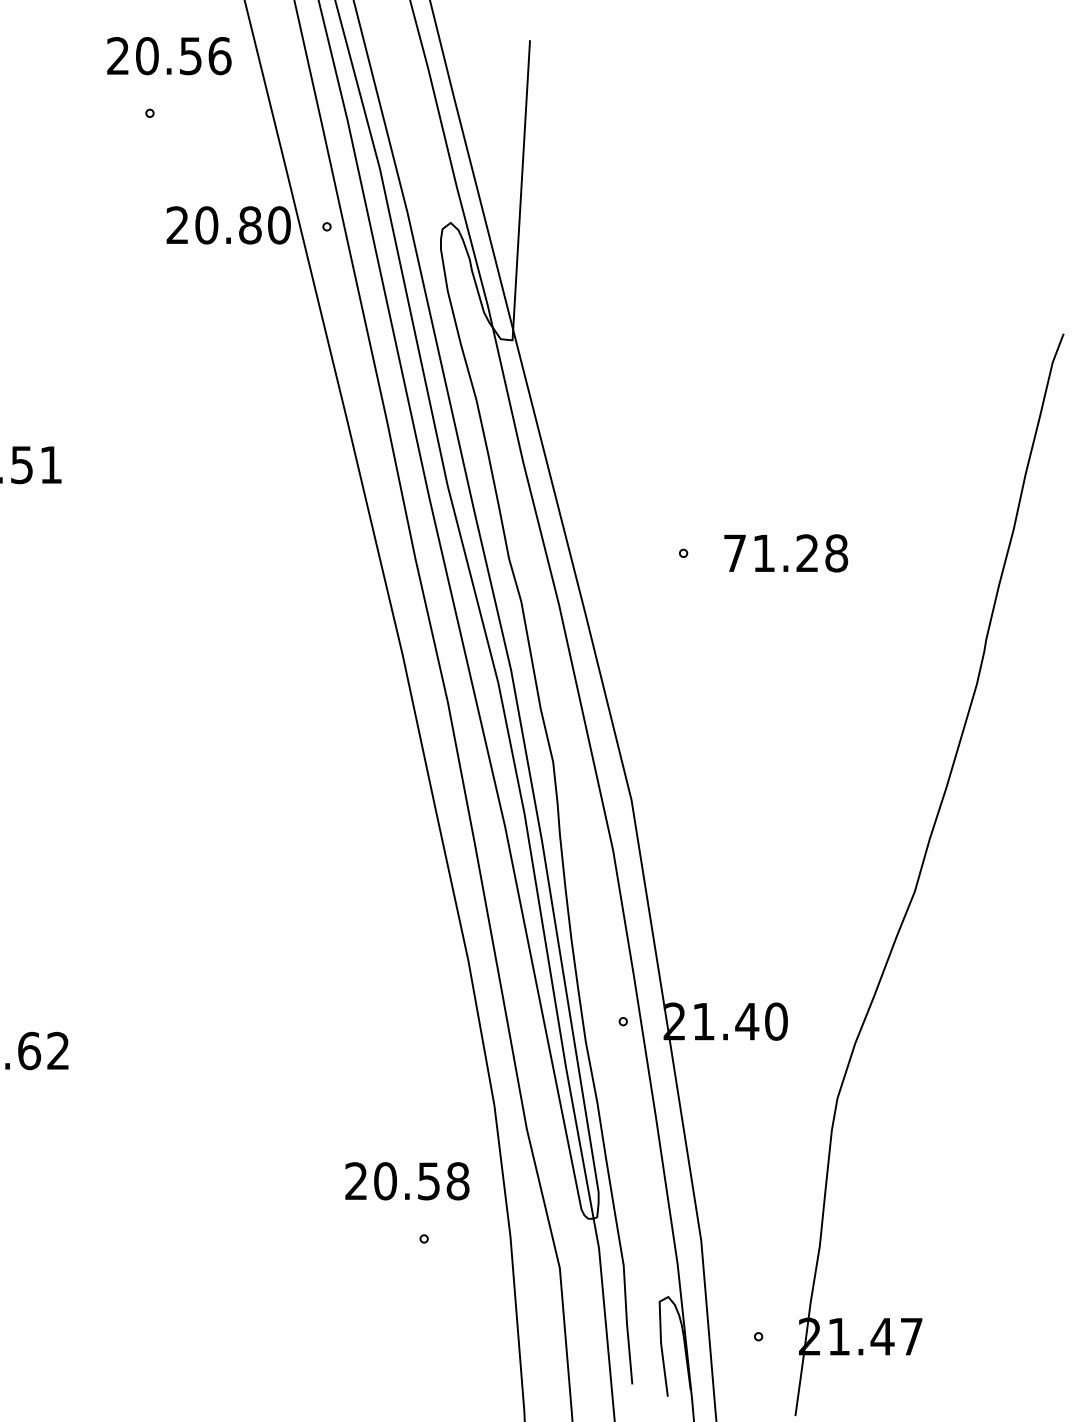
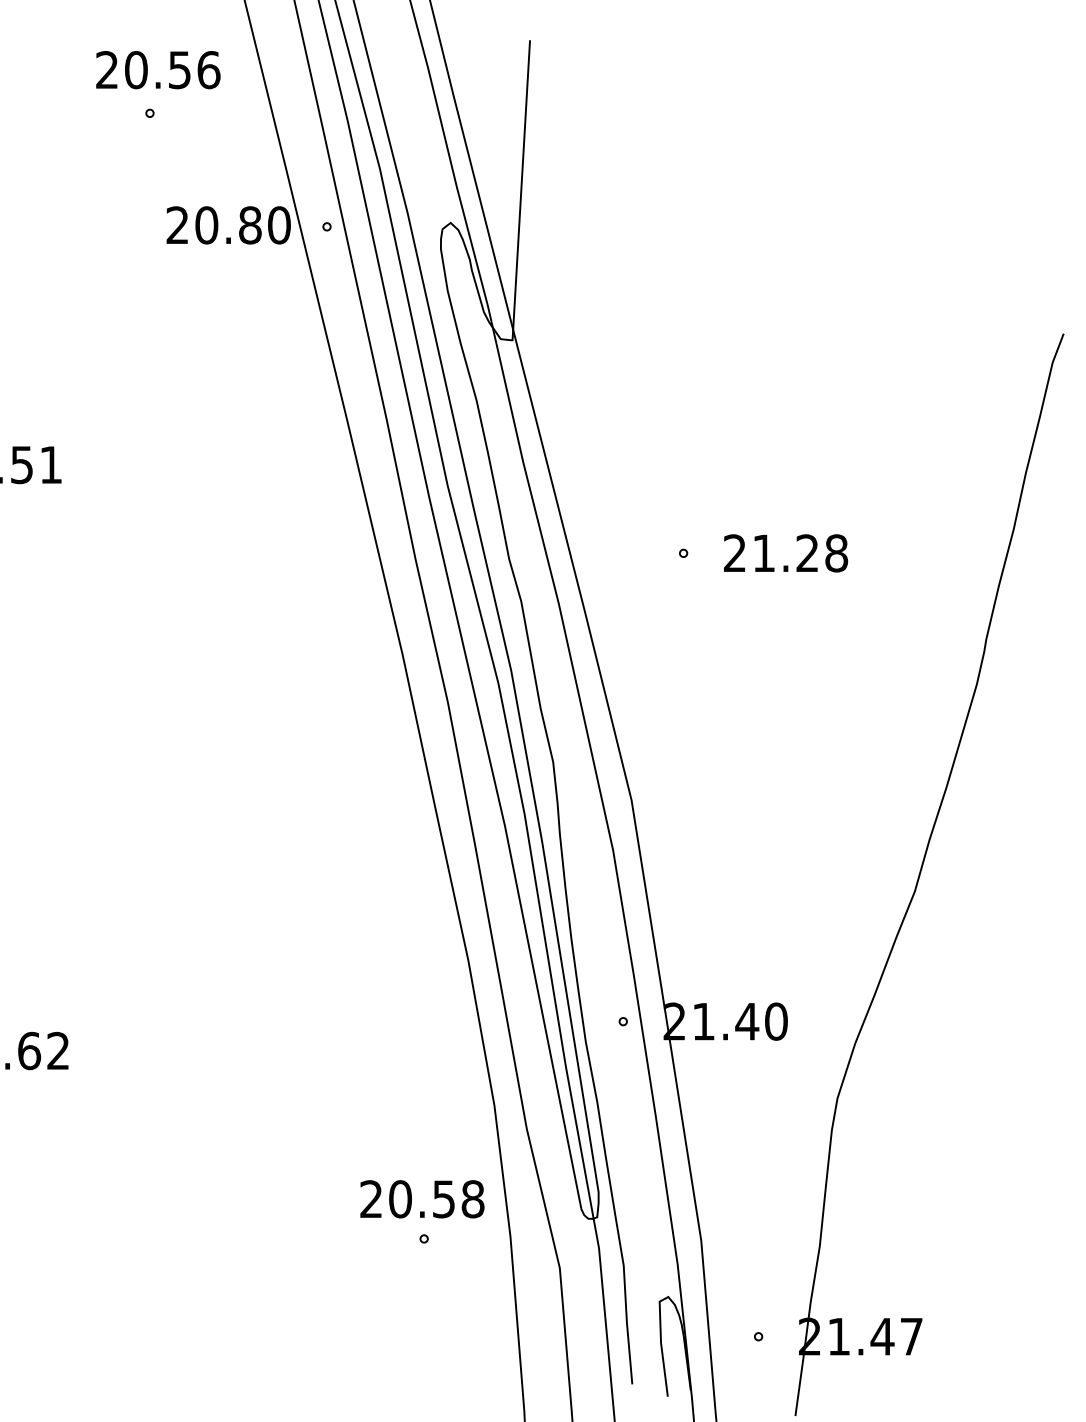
text at (169, 56) position: (169, 56) -> (158, 70)
text at (734, 552): 71.28 -> 21.28
text at (407, 1181) position: (407, 1181) -> (422, 1199)
